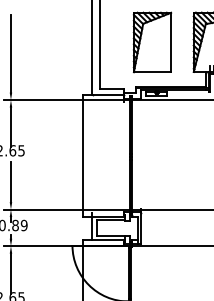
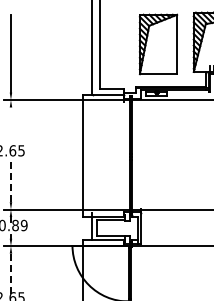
part at (152, 42) position: (152, 42) -> (158, 44)
line at (10, 127): present -> none
line at (10, 182): solid -> dashed
line at (10, 274): solid -> dashed
